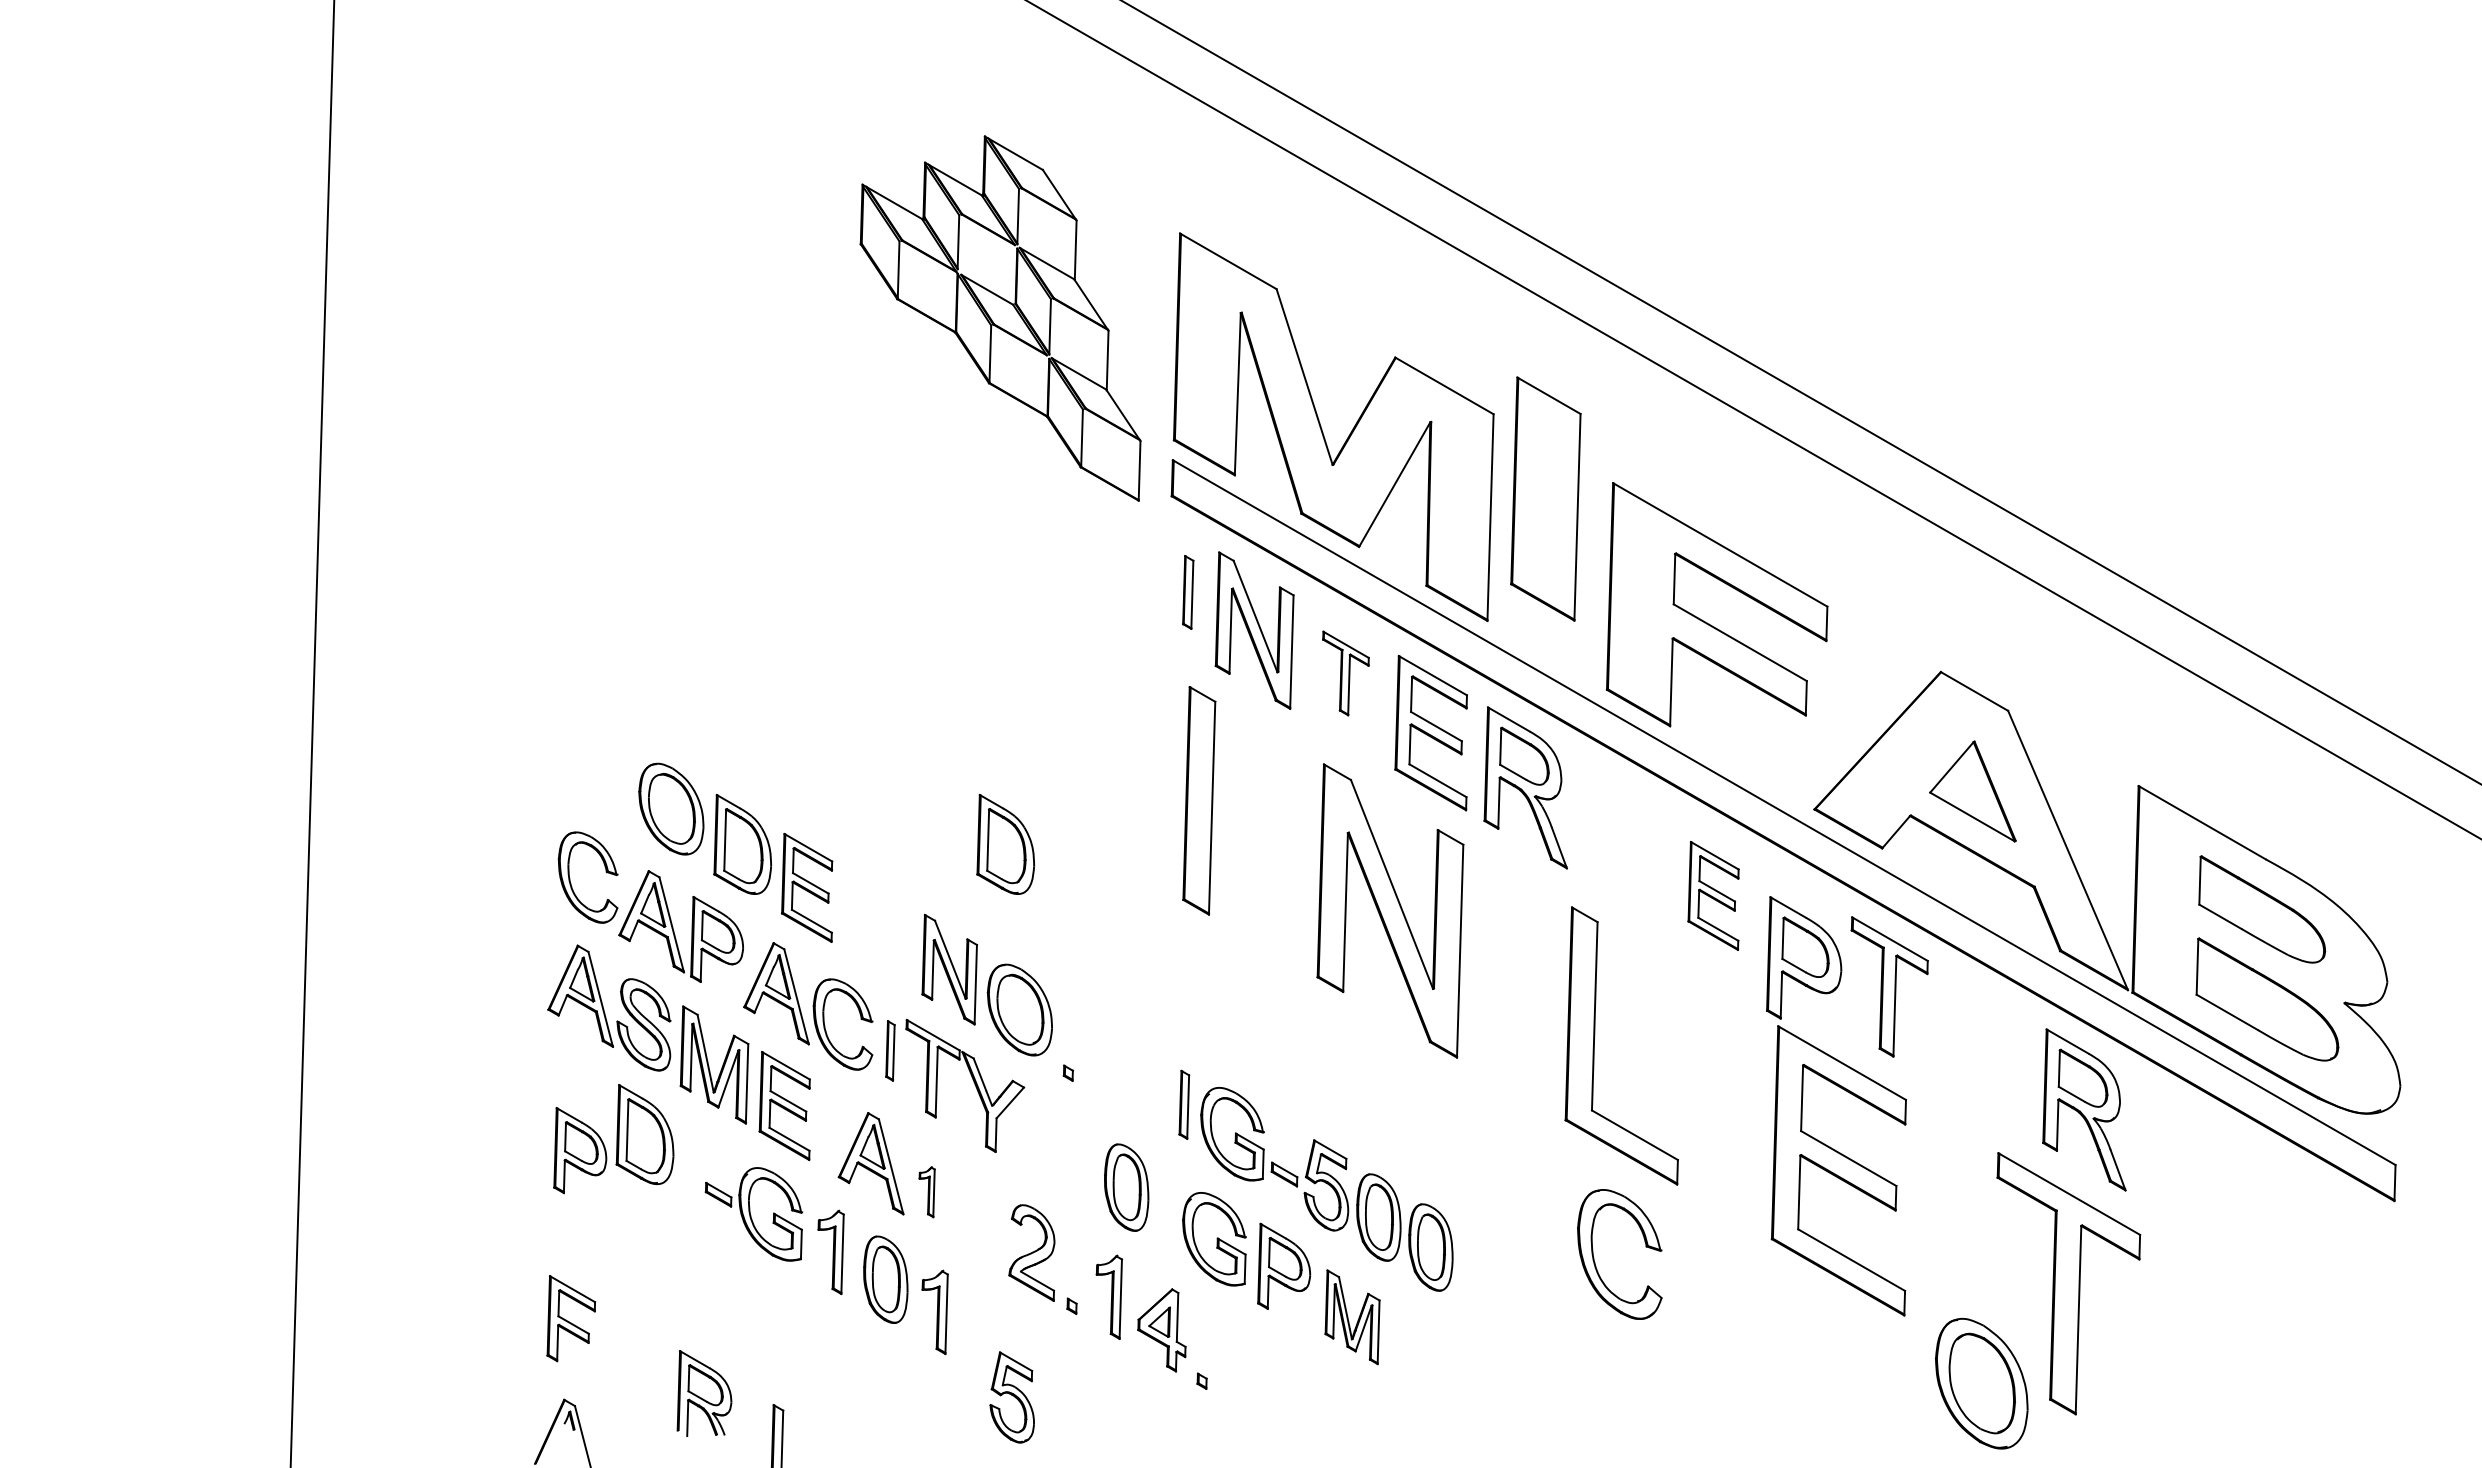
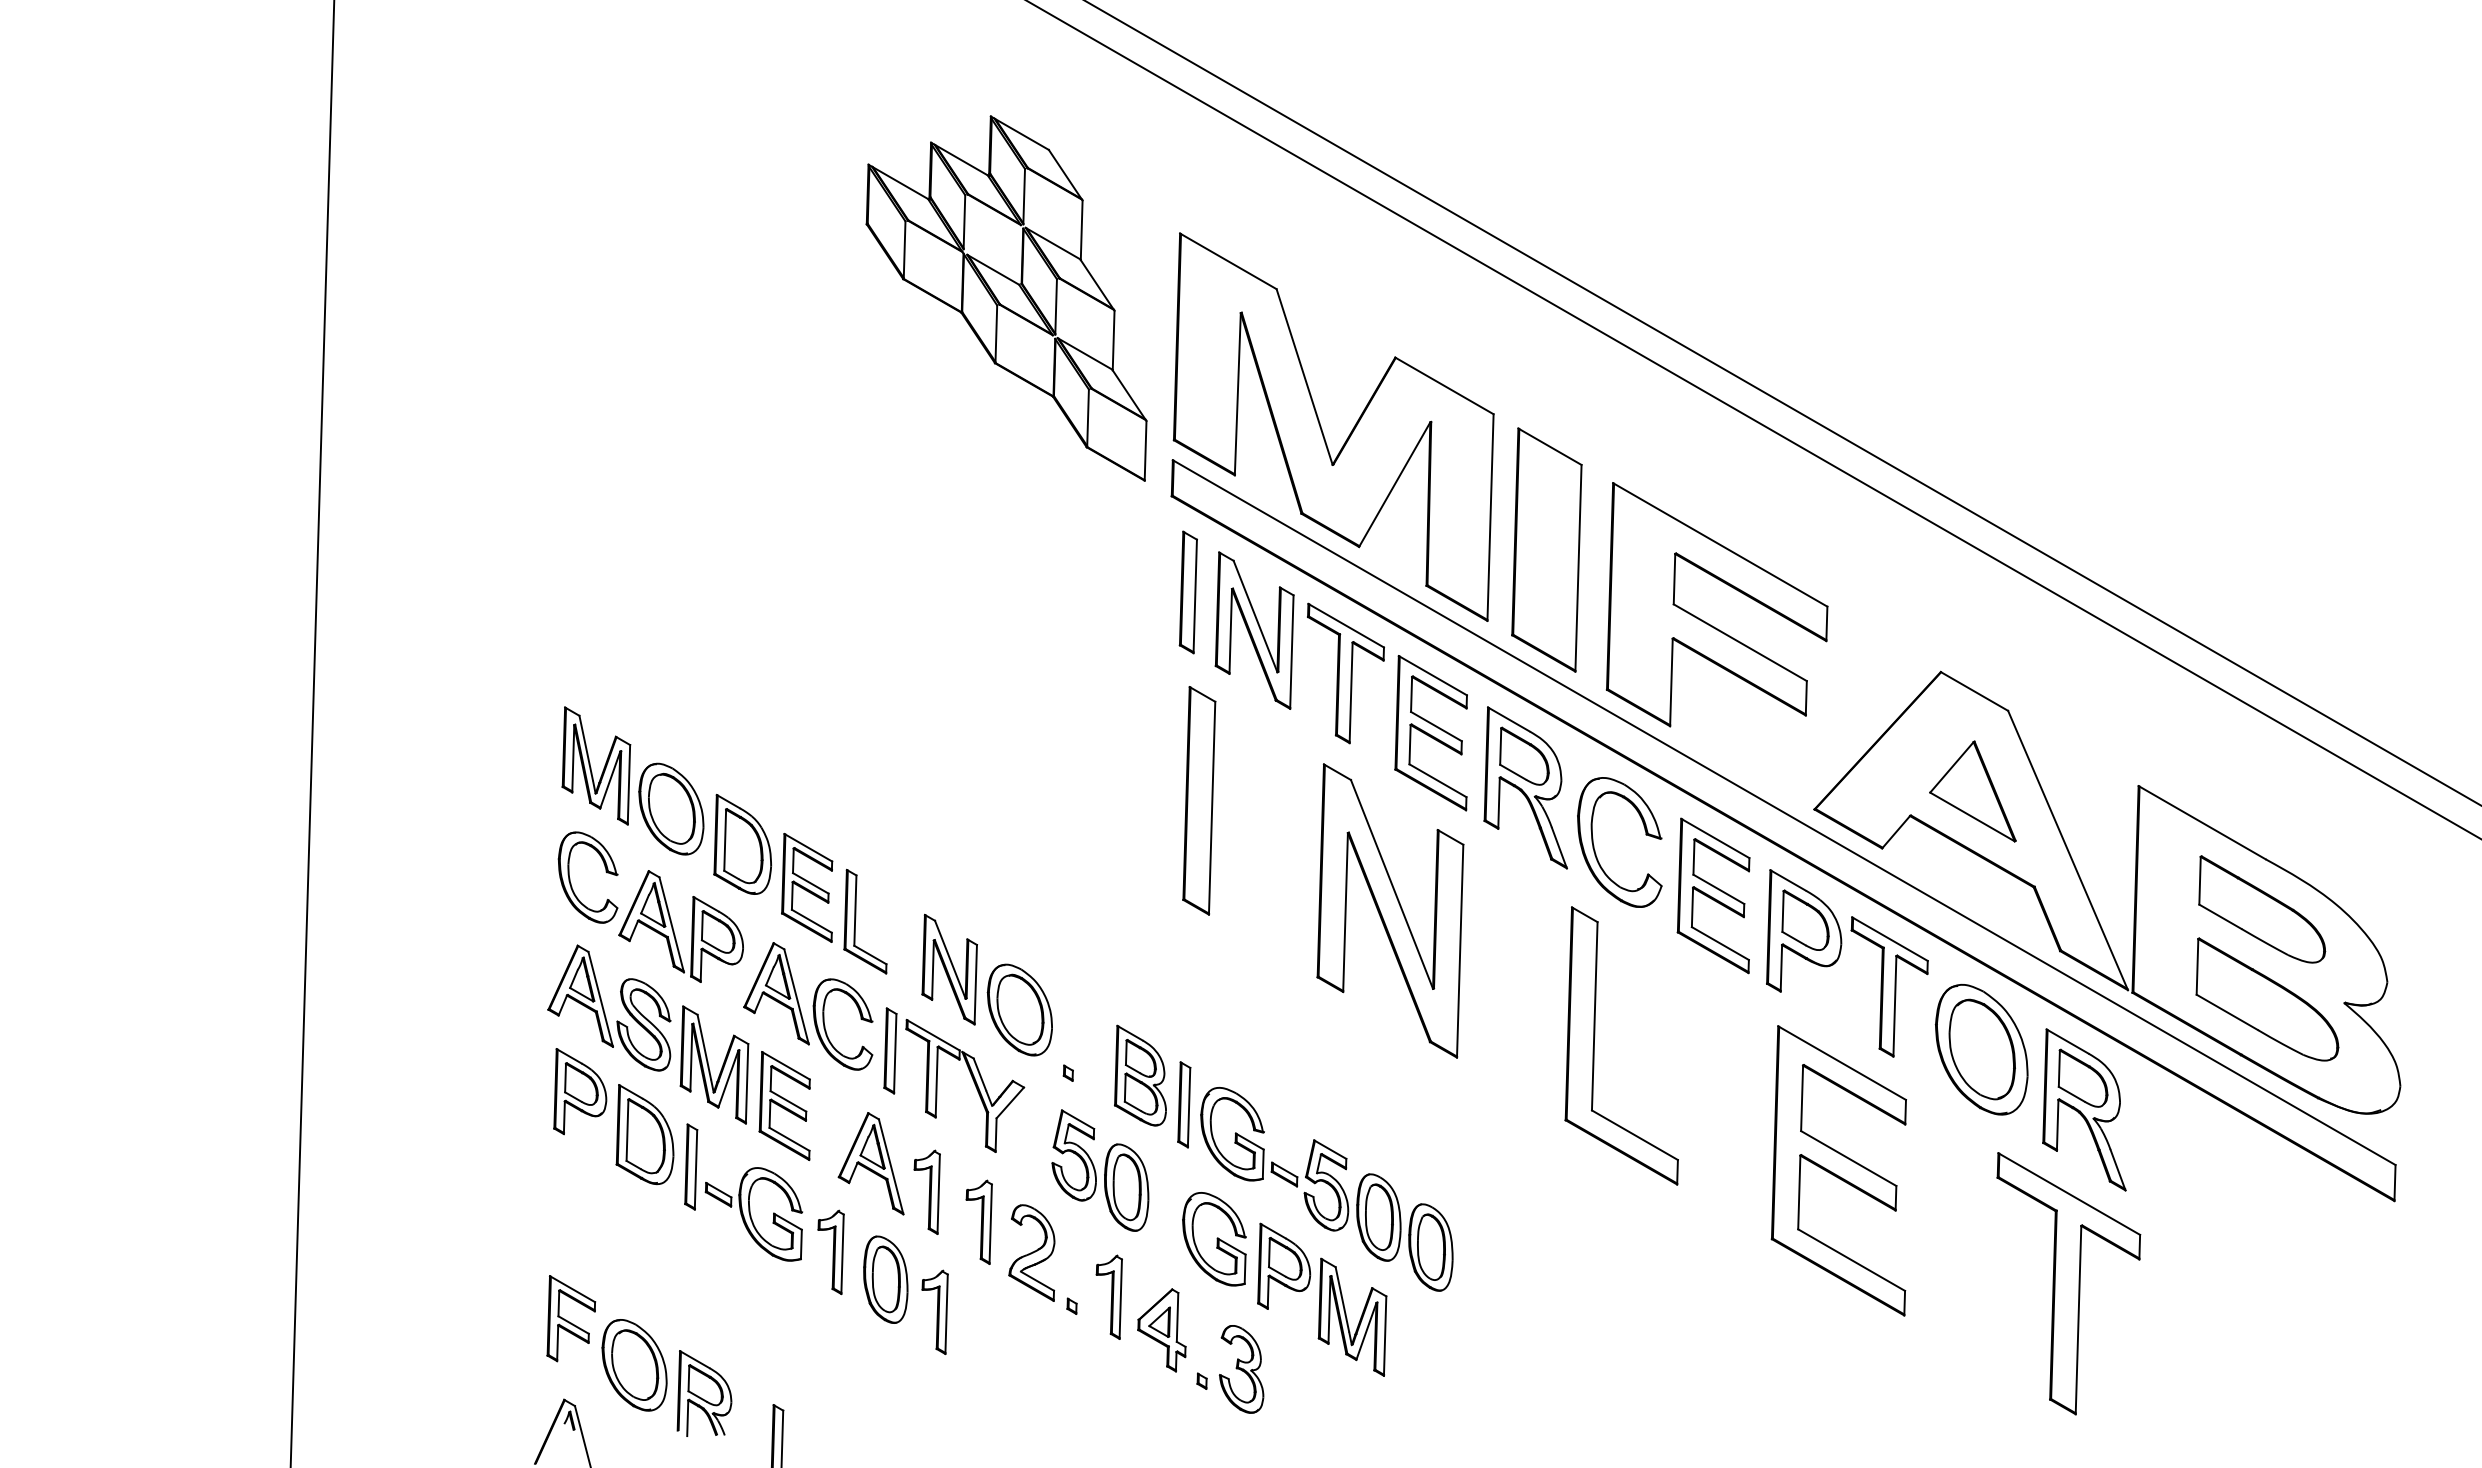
part at (1000, 318) position: (1000, 318) -> (1006, 298)
line at (1801, 392) position: (1801, 392) -> (1782, 402)
part at (1545, 498) position: (1545, 498) -> (1546, 549)
part at (1188, 592) size: 13x75 px -> 20x125 px
part at (1345, 673) size: 48x87 px -> 78x143 px
part at (596, 765): none -> present
part at (1005, 844): present -> none
part at (1713, 895) size: 53x110 px -> 75x158 px
part at (856, 918): none -> present
part at (1804, 957) position: (1804, 957) -> (1804, 930)
part at (890, 1050) size: 11x62 px -> 15x88 px
part at (1140, 1075): none -> present
part at (1184, 1104) size: 13x71 px -> 15x88 px
part at (580, 1150) position: (580, 1150) -> (580, 1091)
part at (691, 1166): none -> present
part at (926, 1192) size: 18x53 px -> 28x86 px
part at (978, 1221): none -> present
part at (1594, 1257) position: (1594, 1257) -> (1594, 845)
part at (1352, 1317) size: 57x97 px -> 71x120 px
part at (634, 1365): none -> present
part at (1241, 1369): none -> present
part at (1981, 1383) position: (1981, 1383) -> (1981, 1049)
part at (1011, 1397) position: (1011, 1397) -> (1073, 1155)
